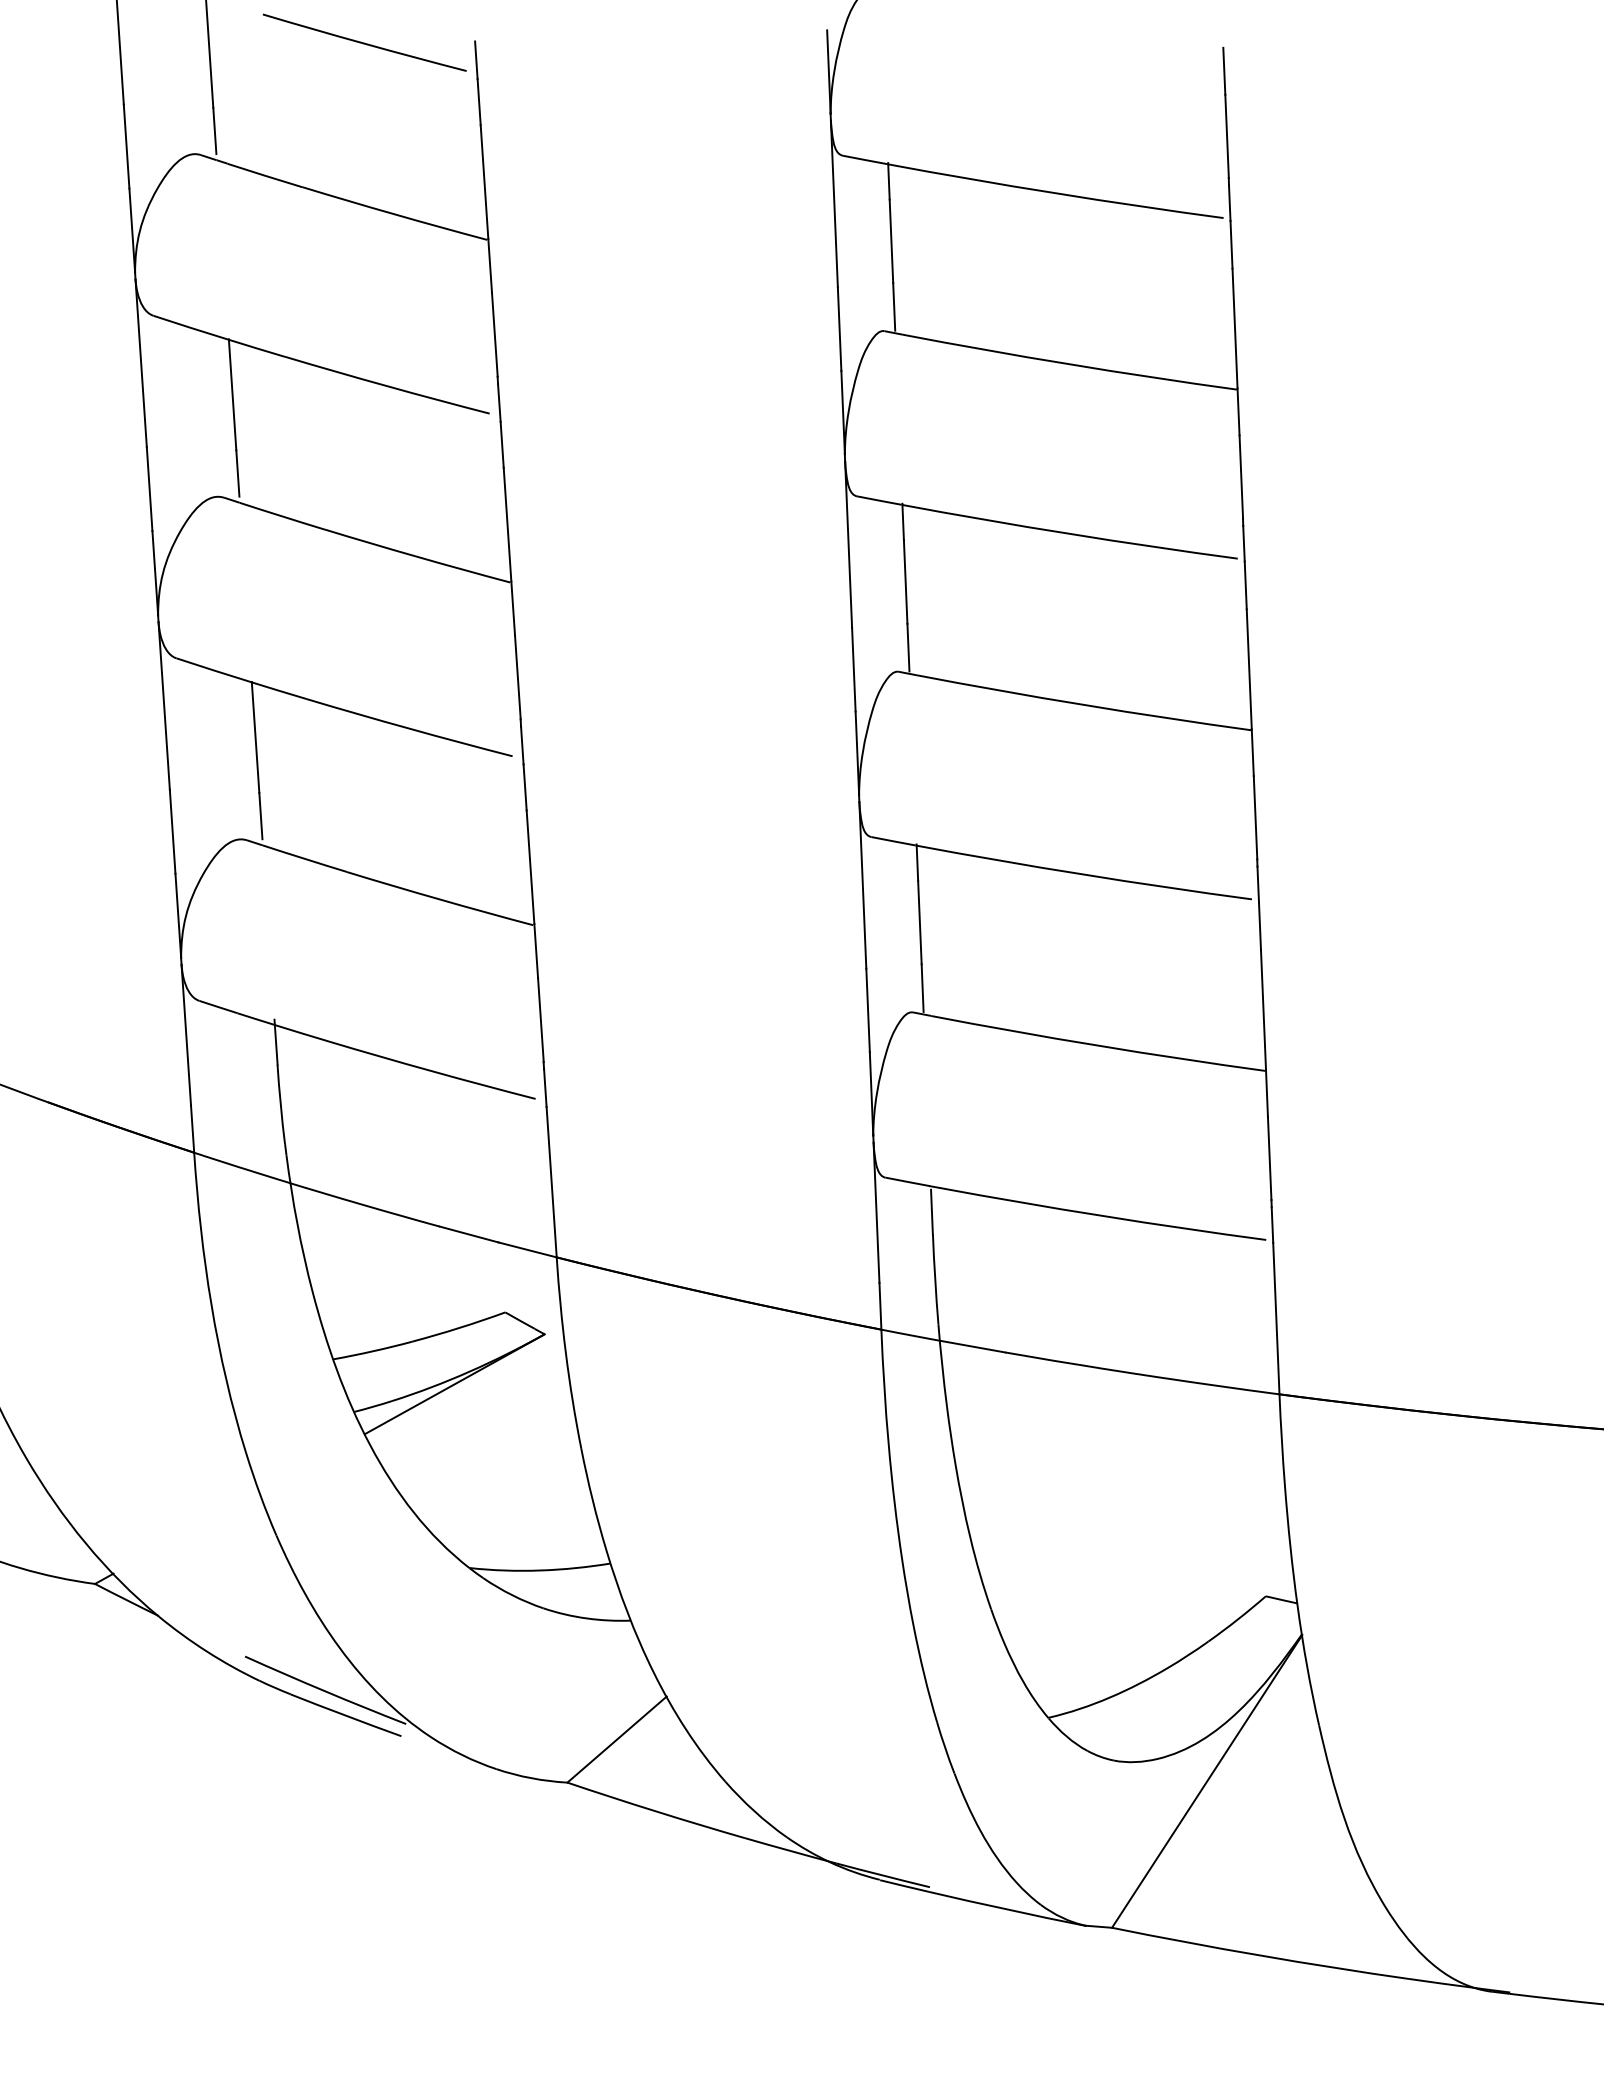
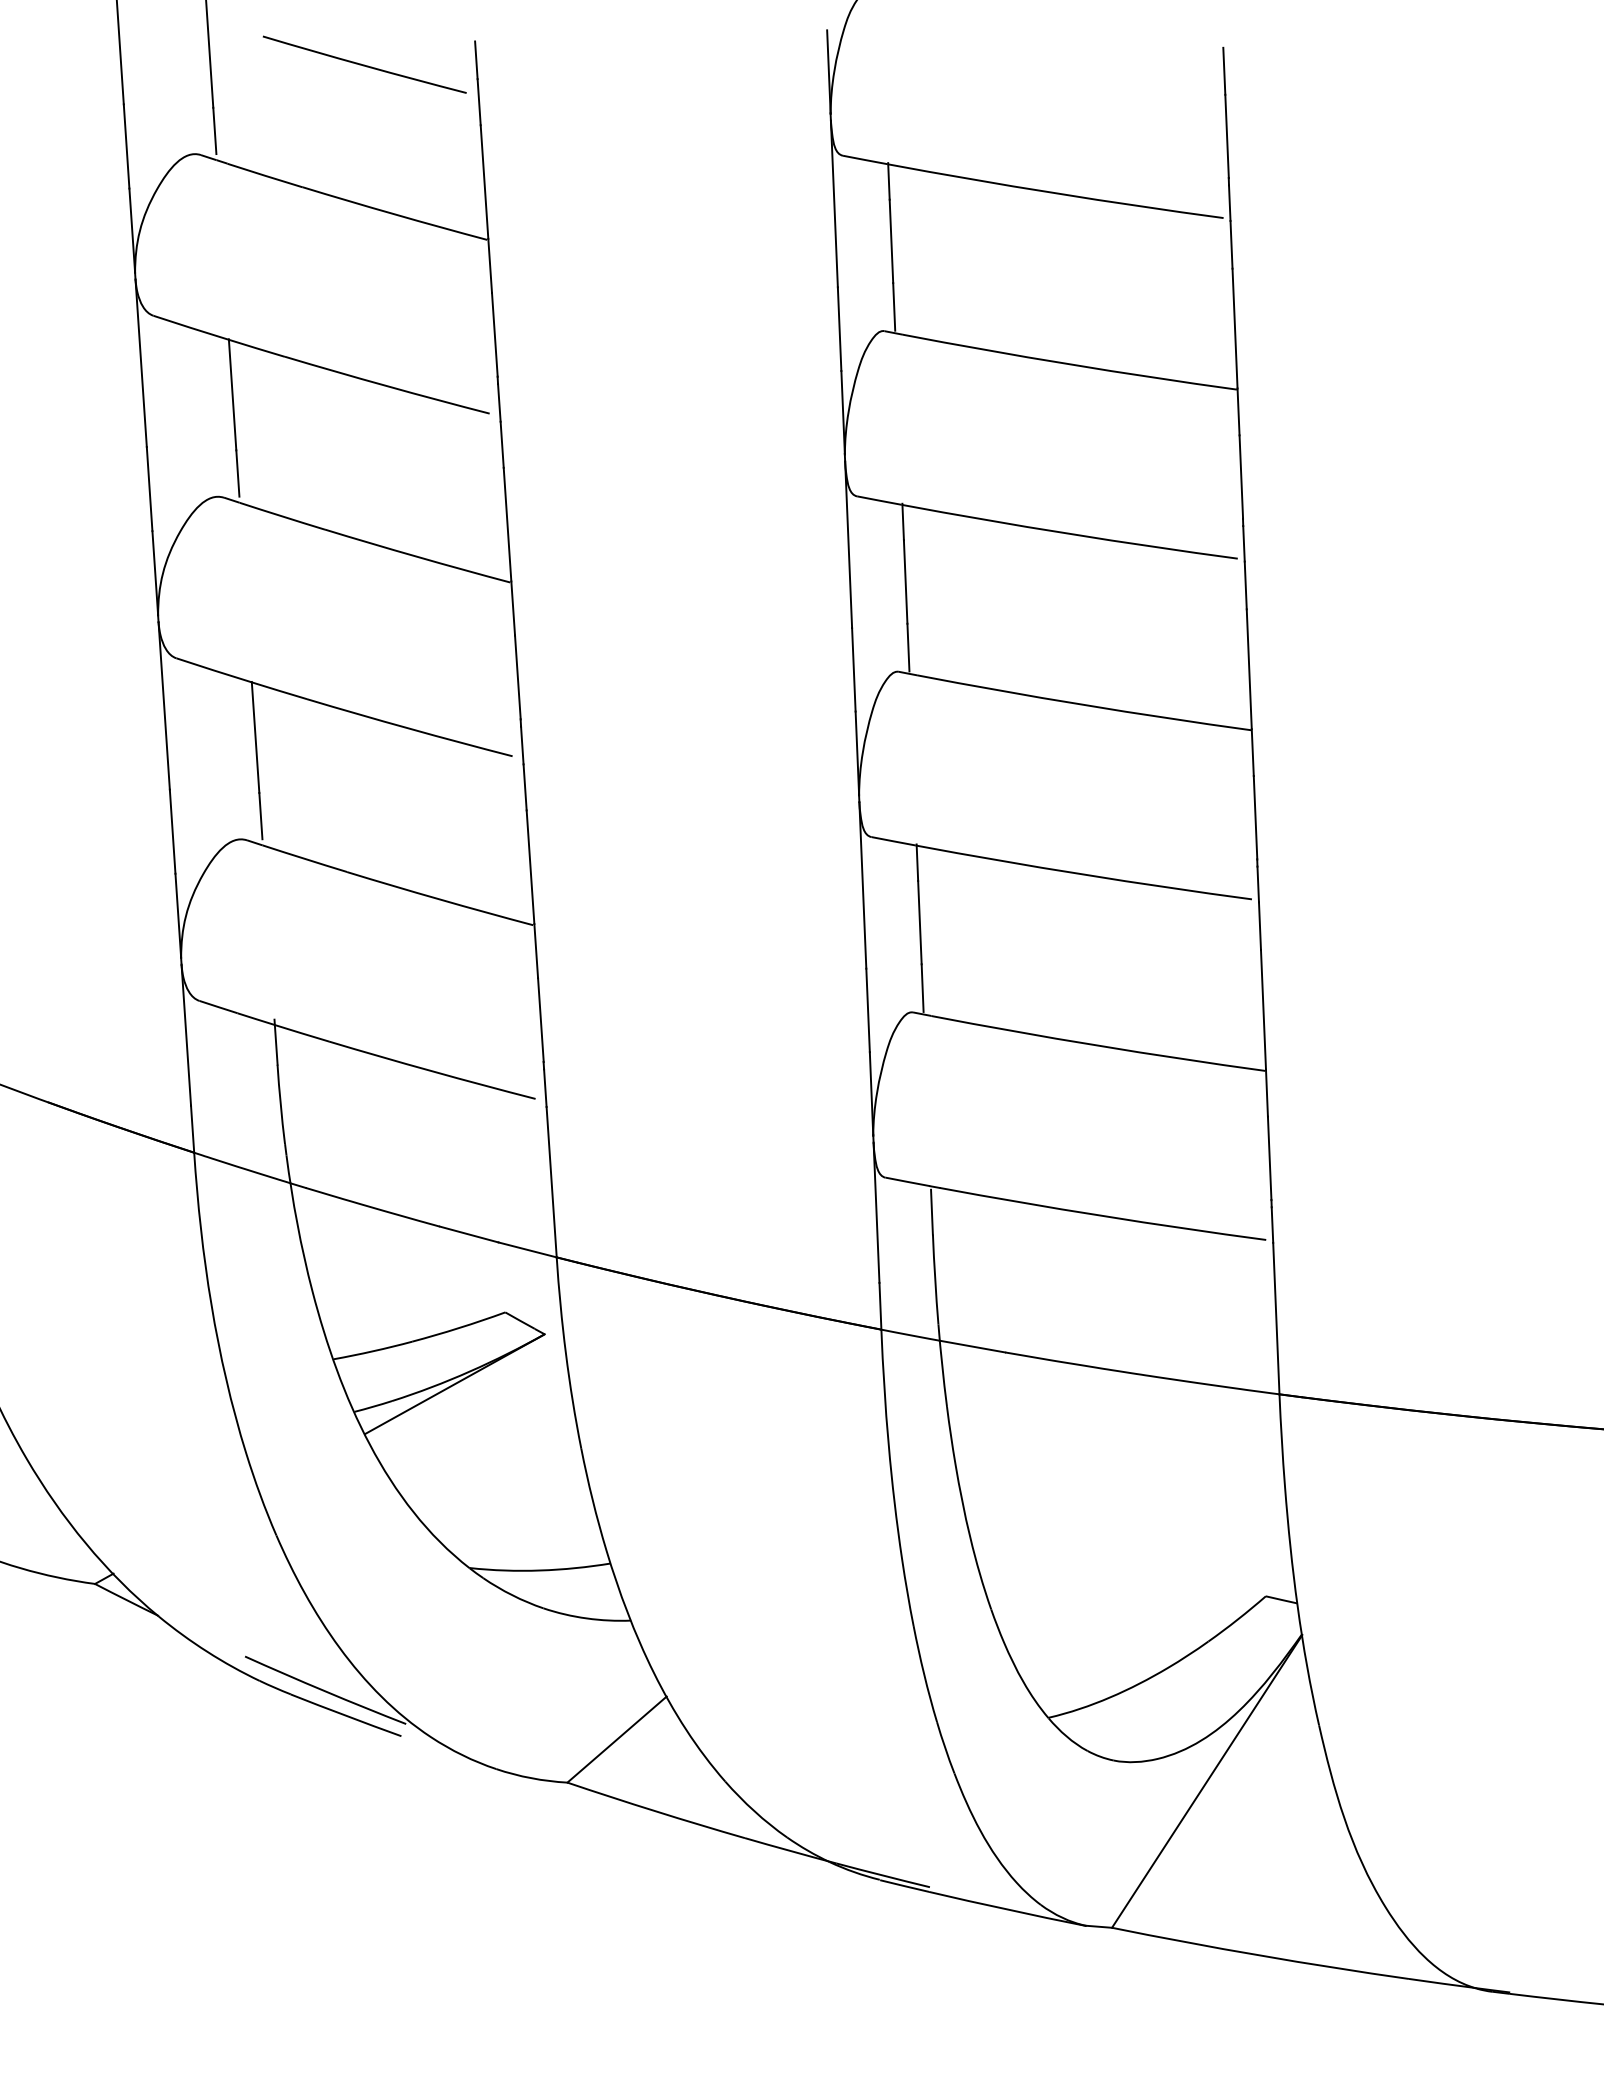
arc at (364, 42) position: (364, 42) -> (364, 64)
